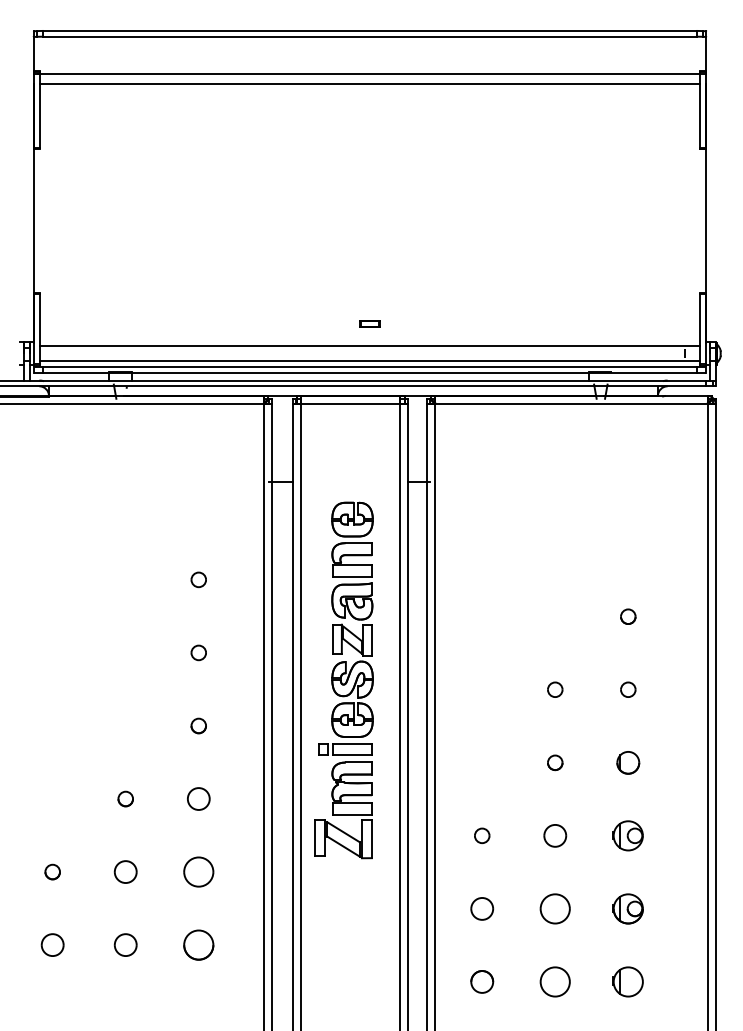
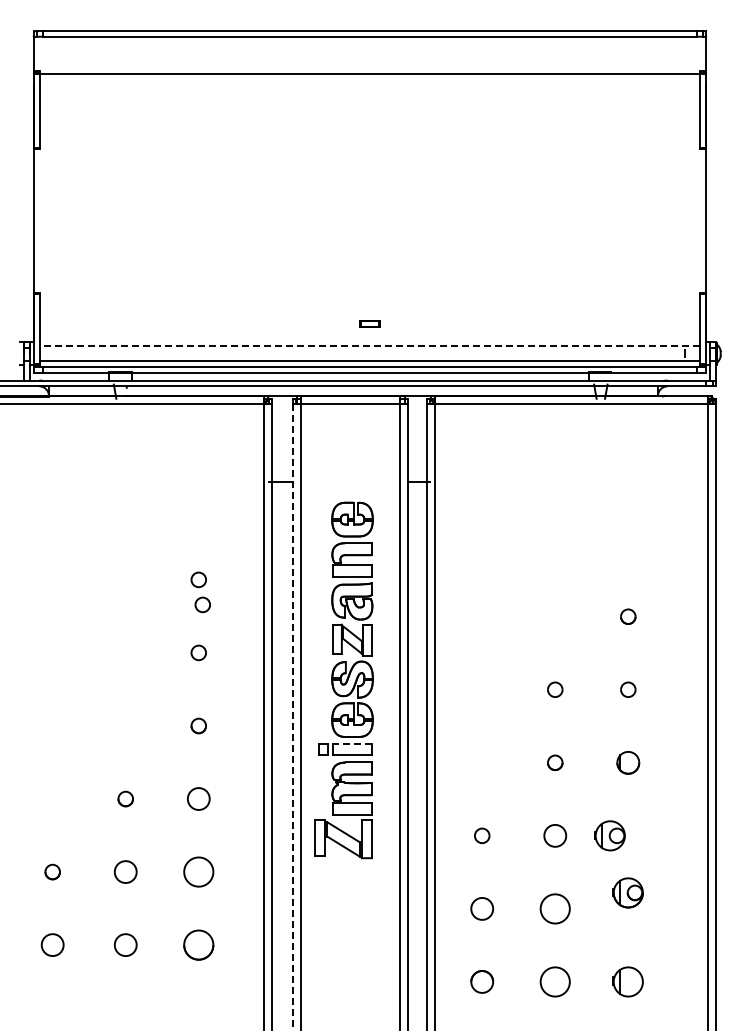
line at (369, 83): present -> none
line at (369, 345): solid -> dashed
part at (202, 604): none -> present
line at (292, 717): solid -> dashed
line at (352, 743): solid -> dashed
part at (627, 835) position: (627, 835) -> (609, 835)
part at (627, 908) position: (627, 908) -> (627, 892)
